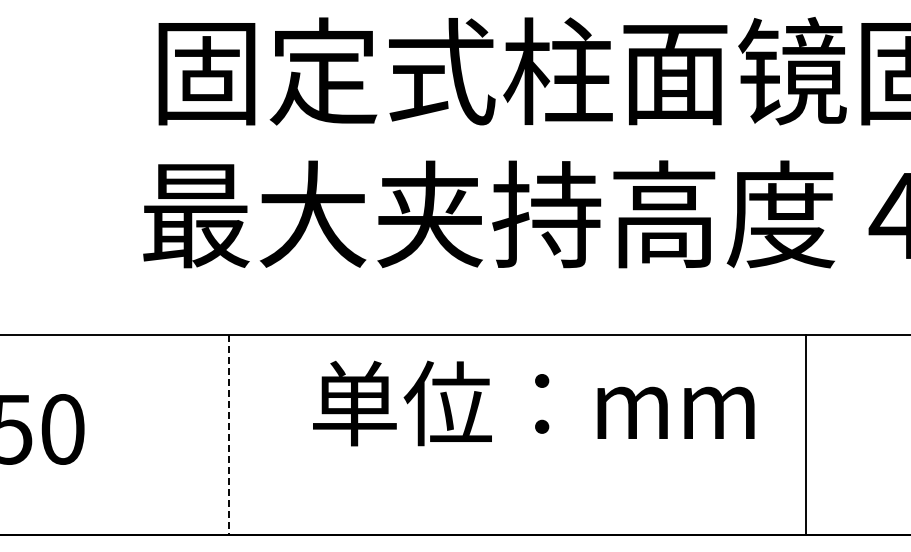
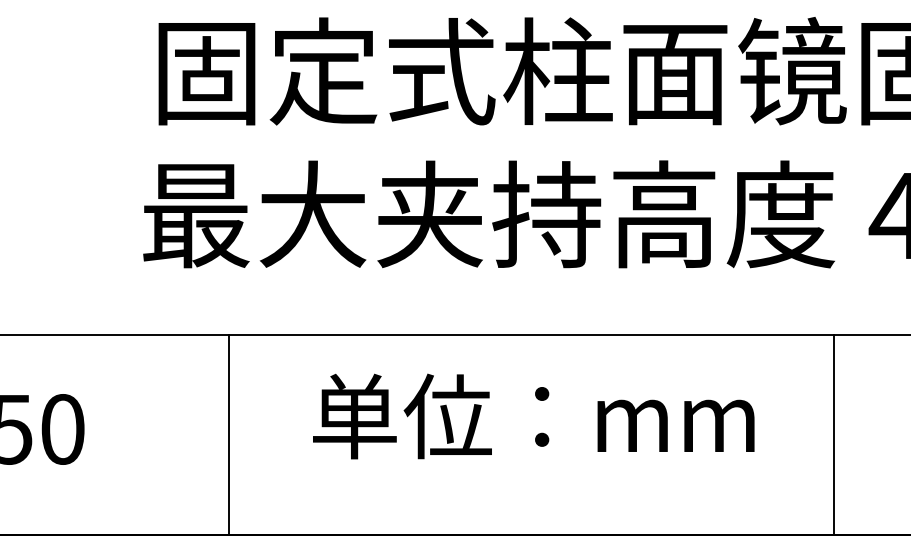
text at (533, 403) position: (533, 403) -> (533, 416)
line at (806, 434) position: (806, 434) -> (834, 434)
line at (228, 435): dashed -> solid
